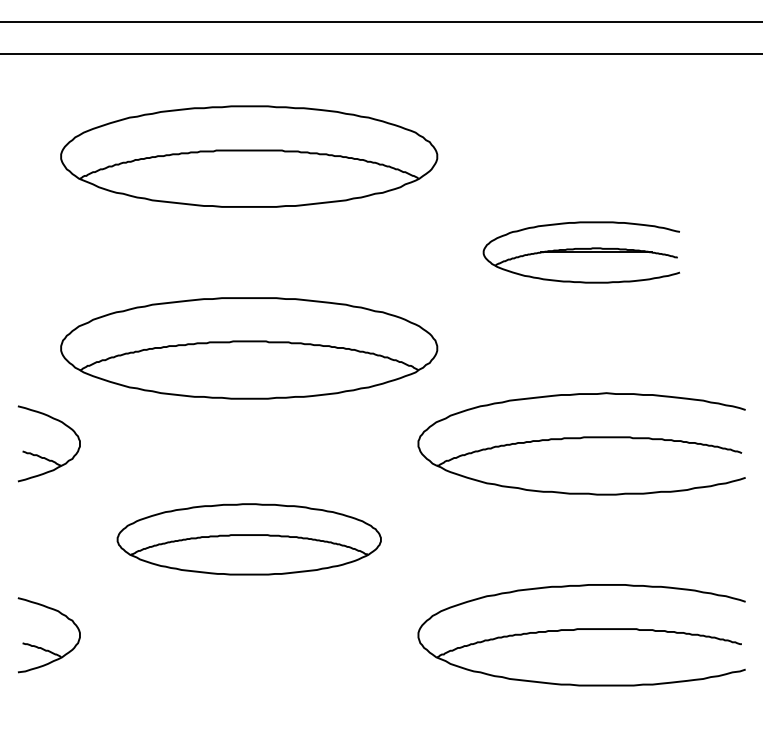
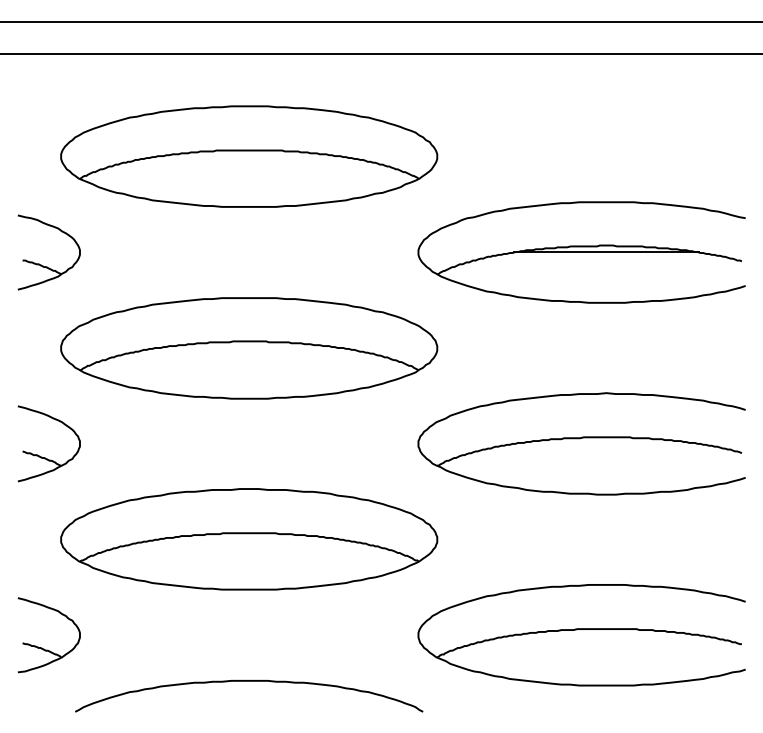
part at (581, 252) size: 199x63 px -> 329x103 px
part at (41, 264): none -> present
part at (248, 539) size: 266x73 px -> 379x103 px
curve at (249, 681): none -> present
